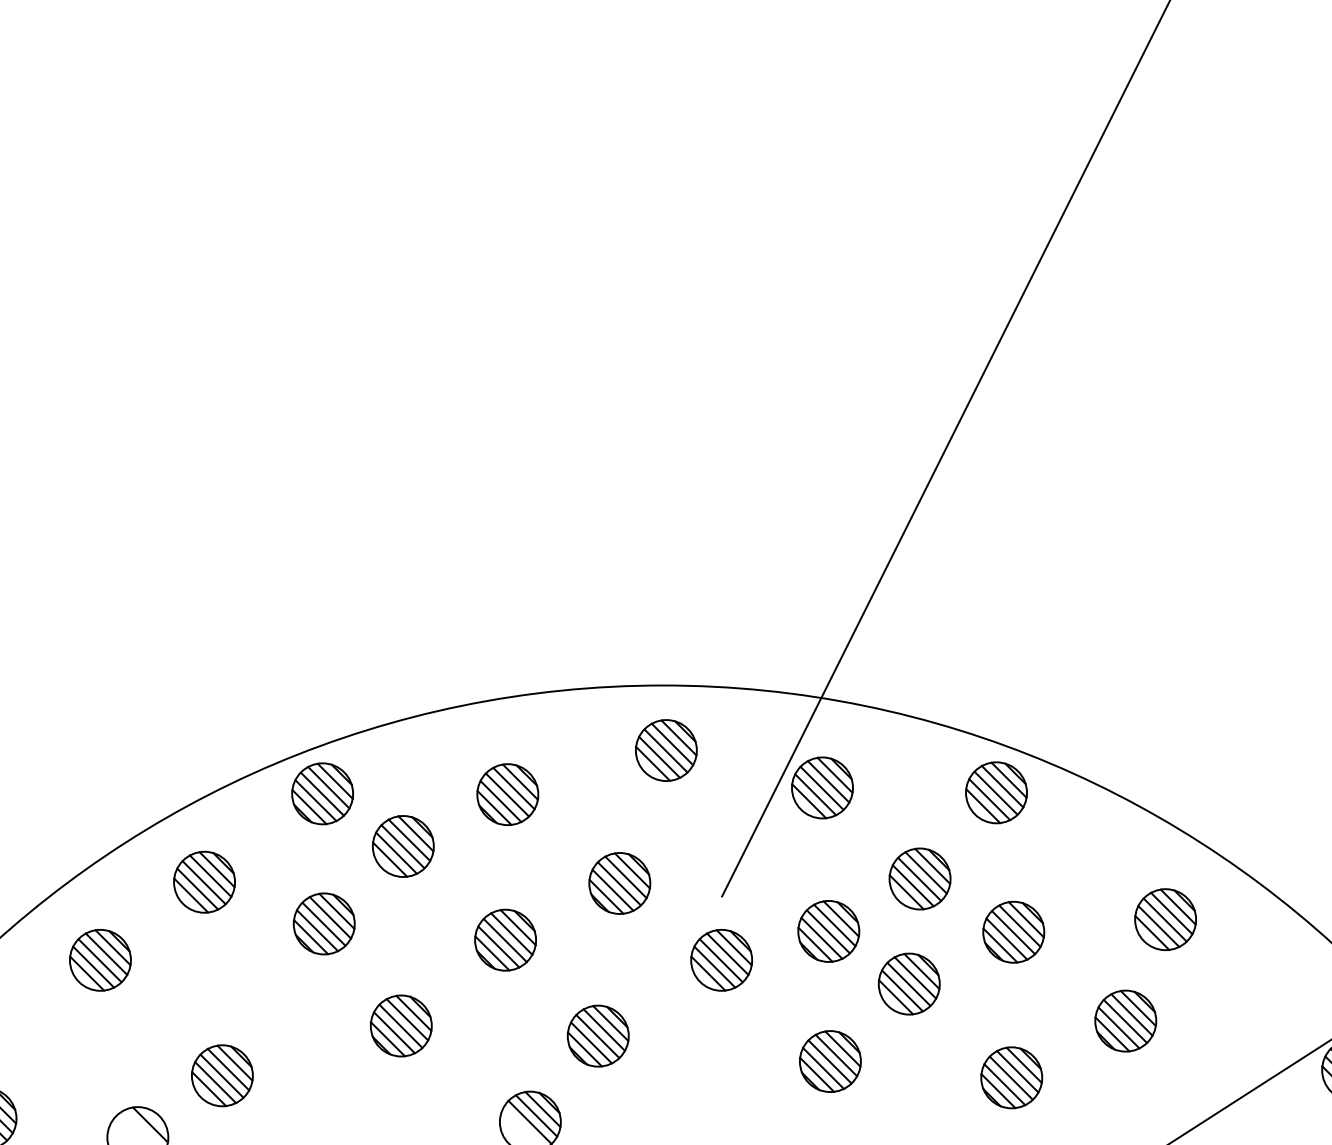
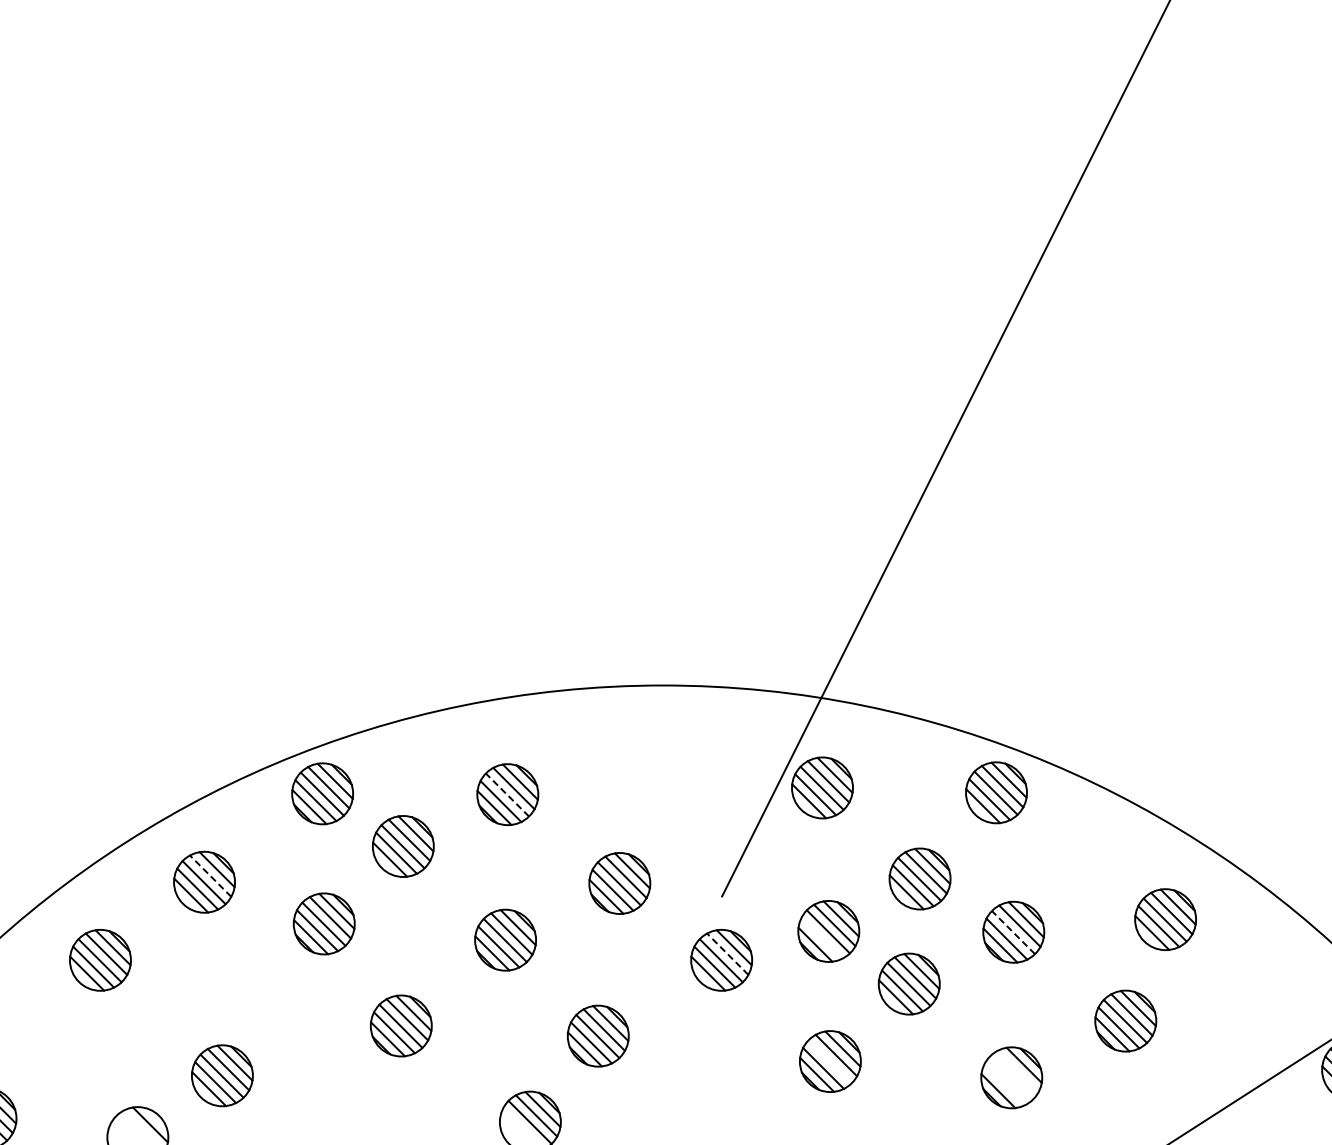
part at (666, 750): present -> none
line at (507, 795): solid -> dashed
line at (210, 875): solid -> dashed
line at (1013, 932): solid -> dashed
line at (821, 937): present -> none
line at (727, 953): solid -> dashed
line at (829, 1061): present -> none
line at (1017, 1071): present -> none
line at (1010, 1077): present -> none
line at (1004, 1084): present -> none
